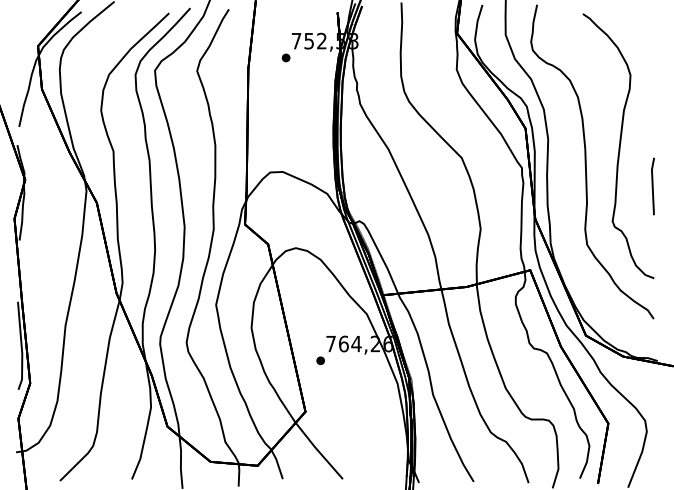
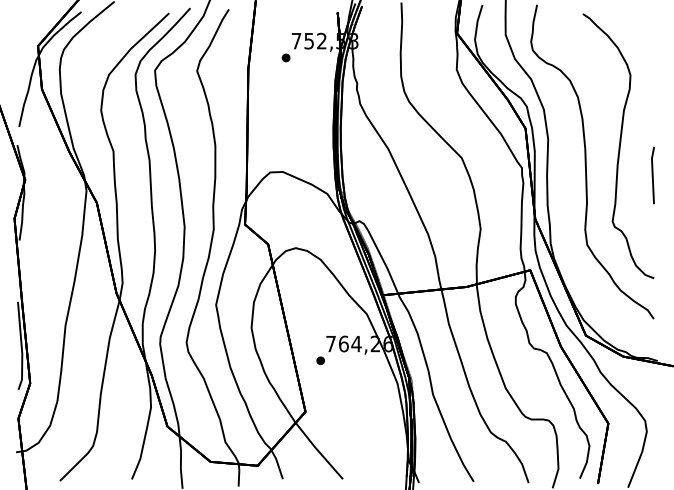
part at (652, 186) position: (652, 186) -> (652, 175)
